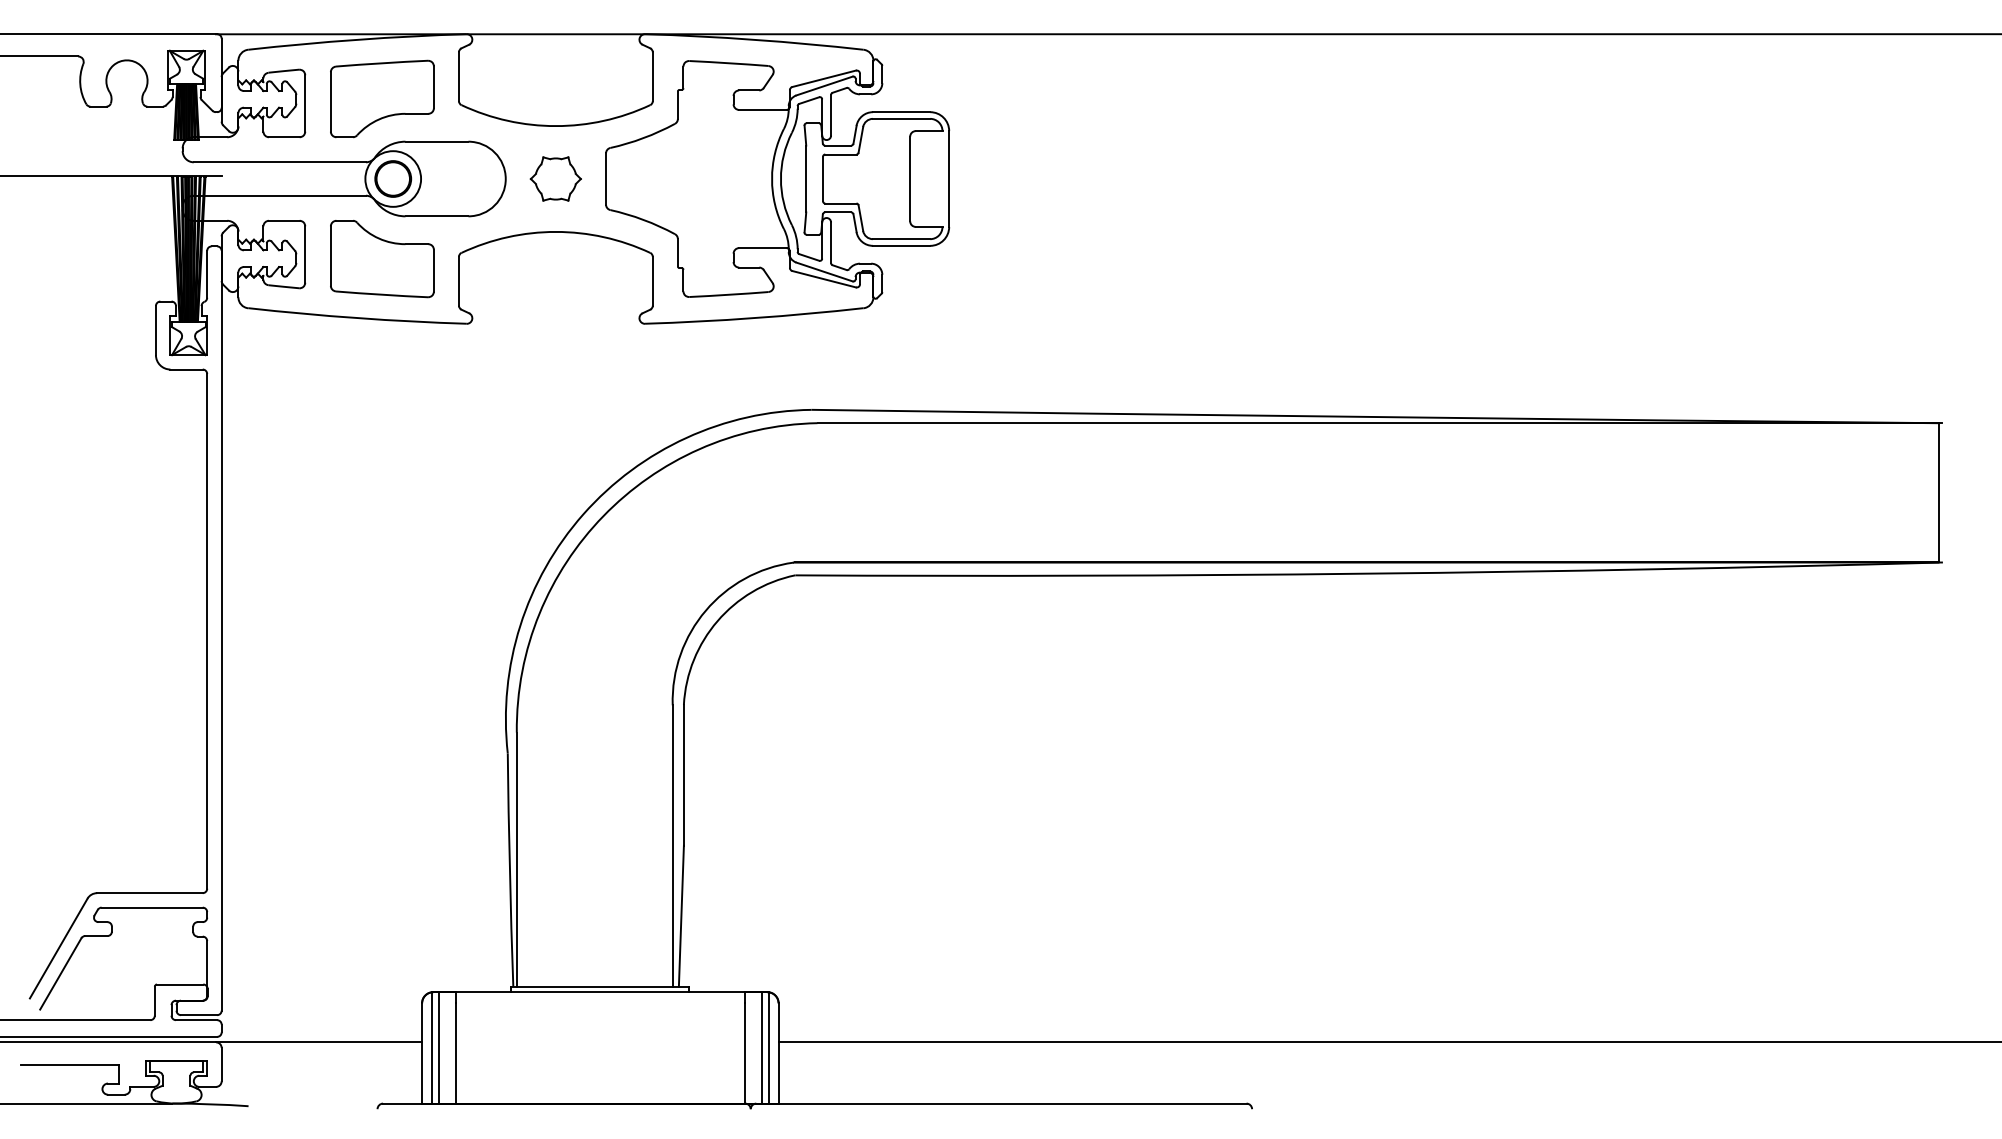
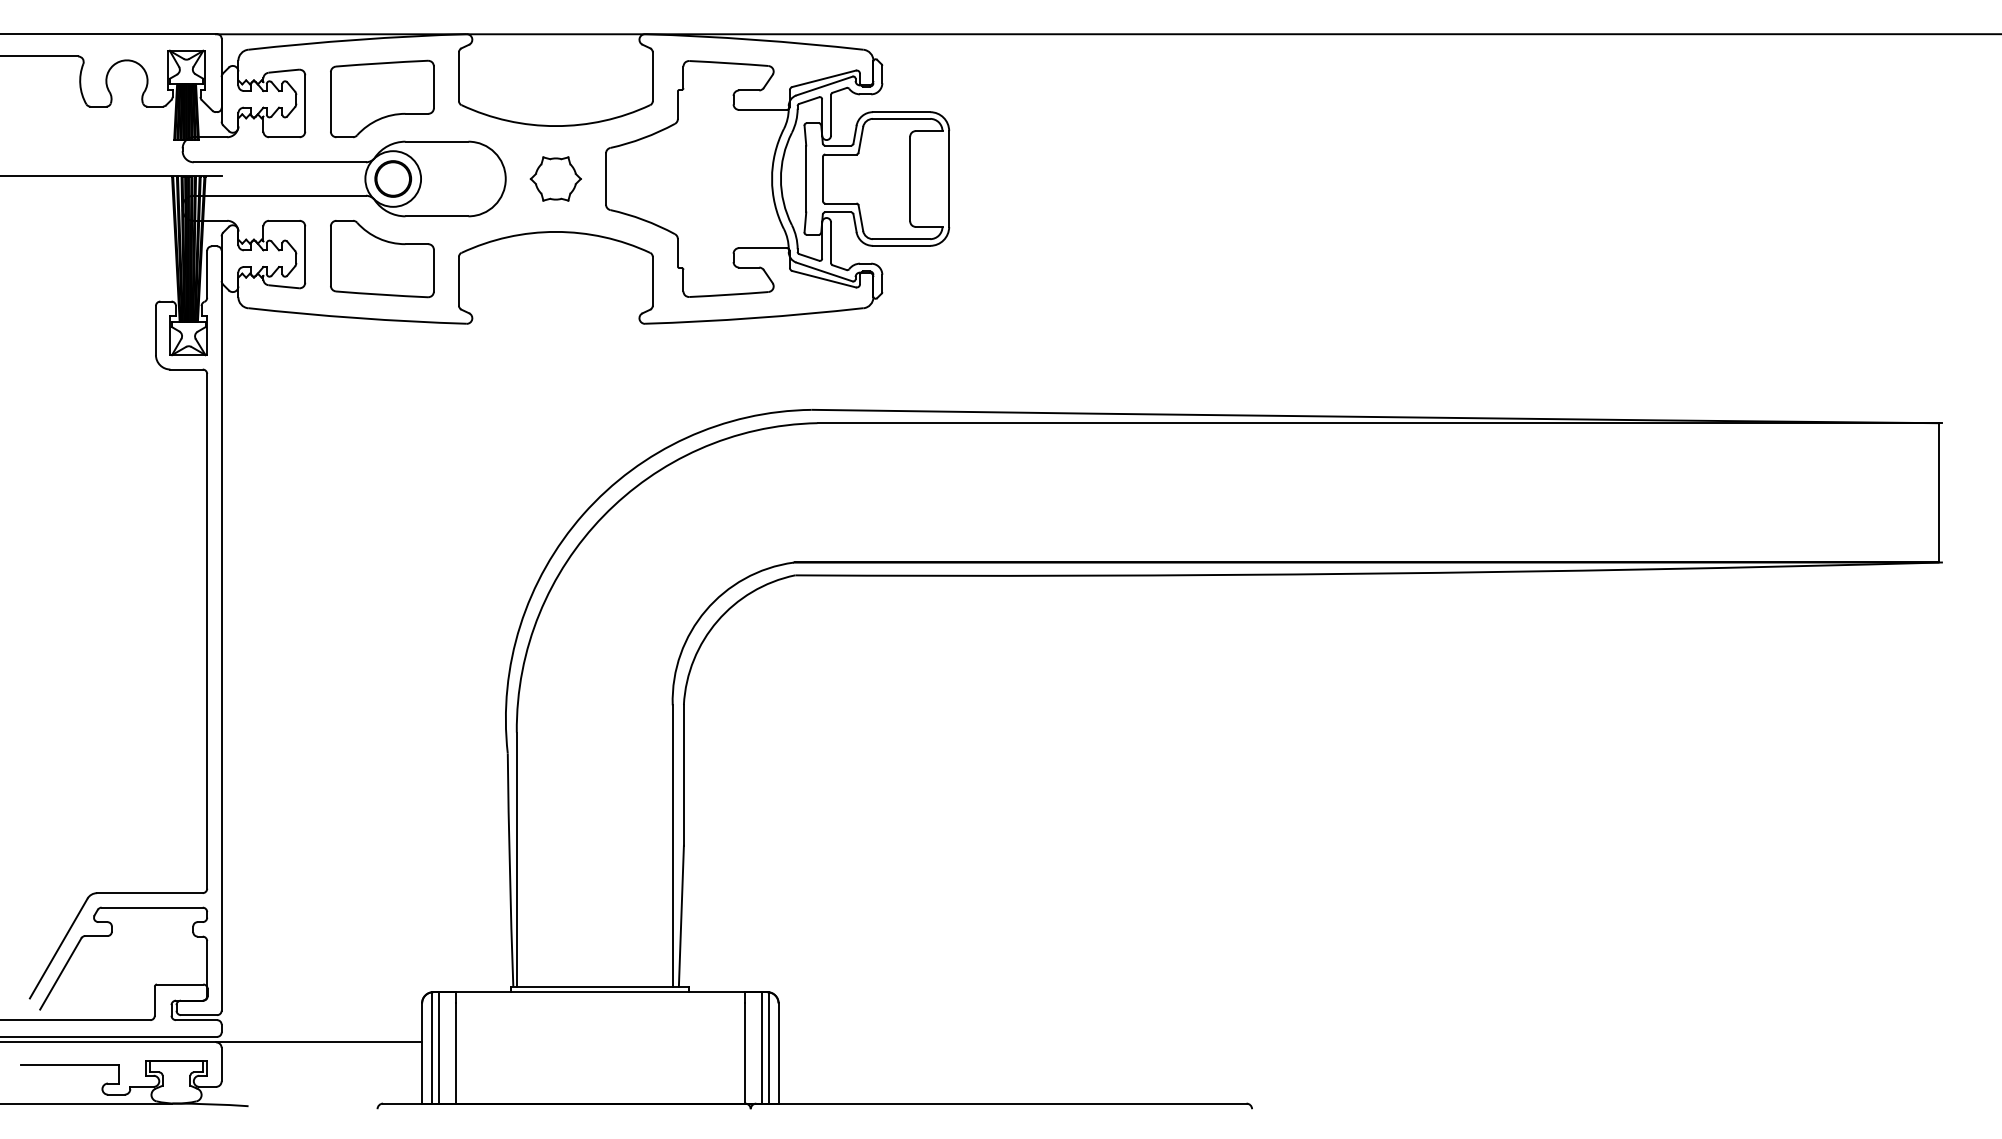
line at (1388, 1042): present -> none
